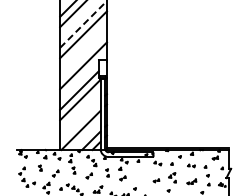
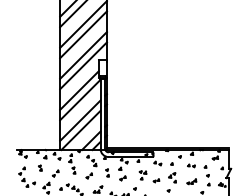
line at (83, 24): dashed -> solid
line at (83, 55): none -> present
line at (80, 120): none -> present
part at (142, 175): none -> present
